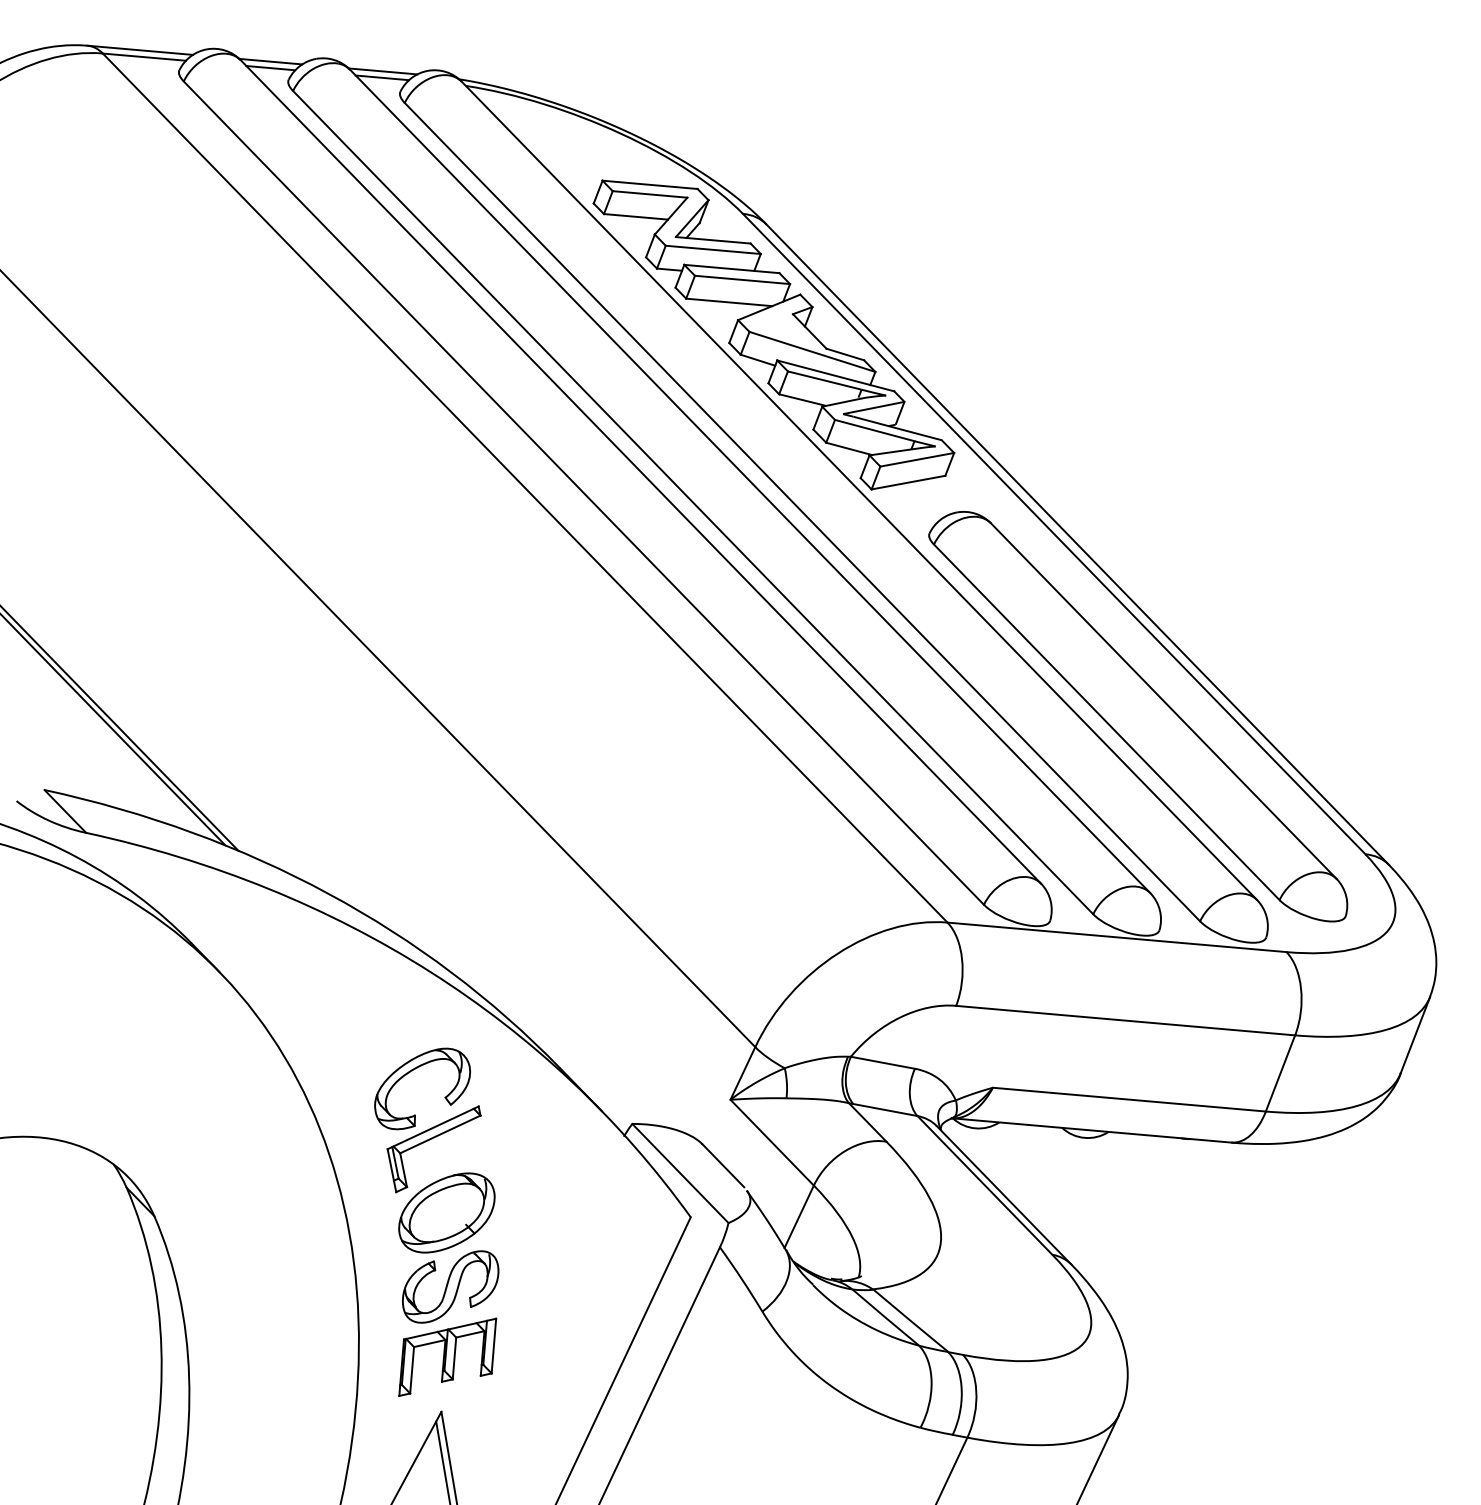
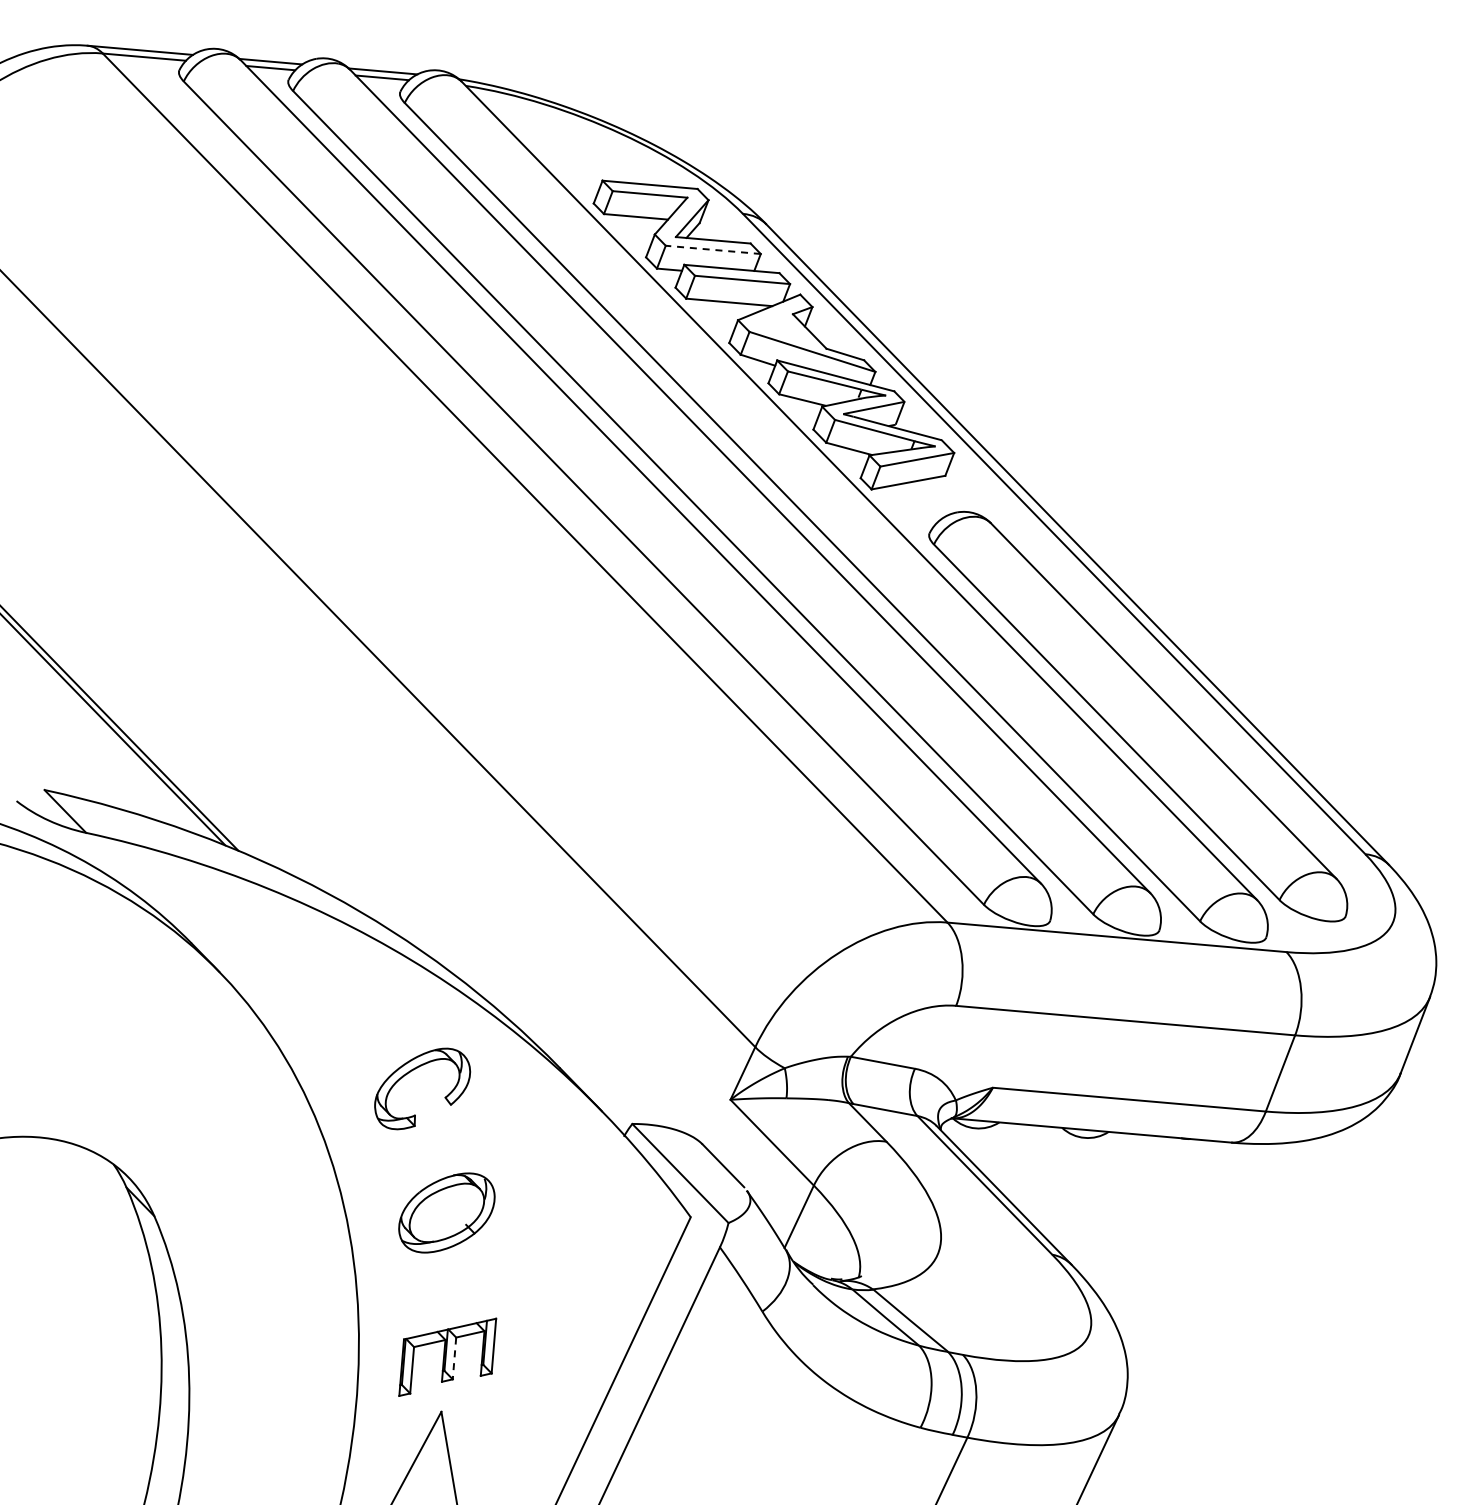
line at (713, 249): solid -> dashed
part at (430, 1140): present -> none
part at (450, 1286): present -> none
line at (454, 1358): solid -> dashed
line at (442, 1461): present -> none
